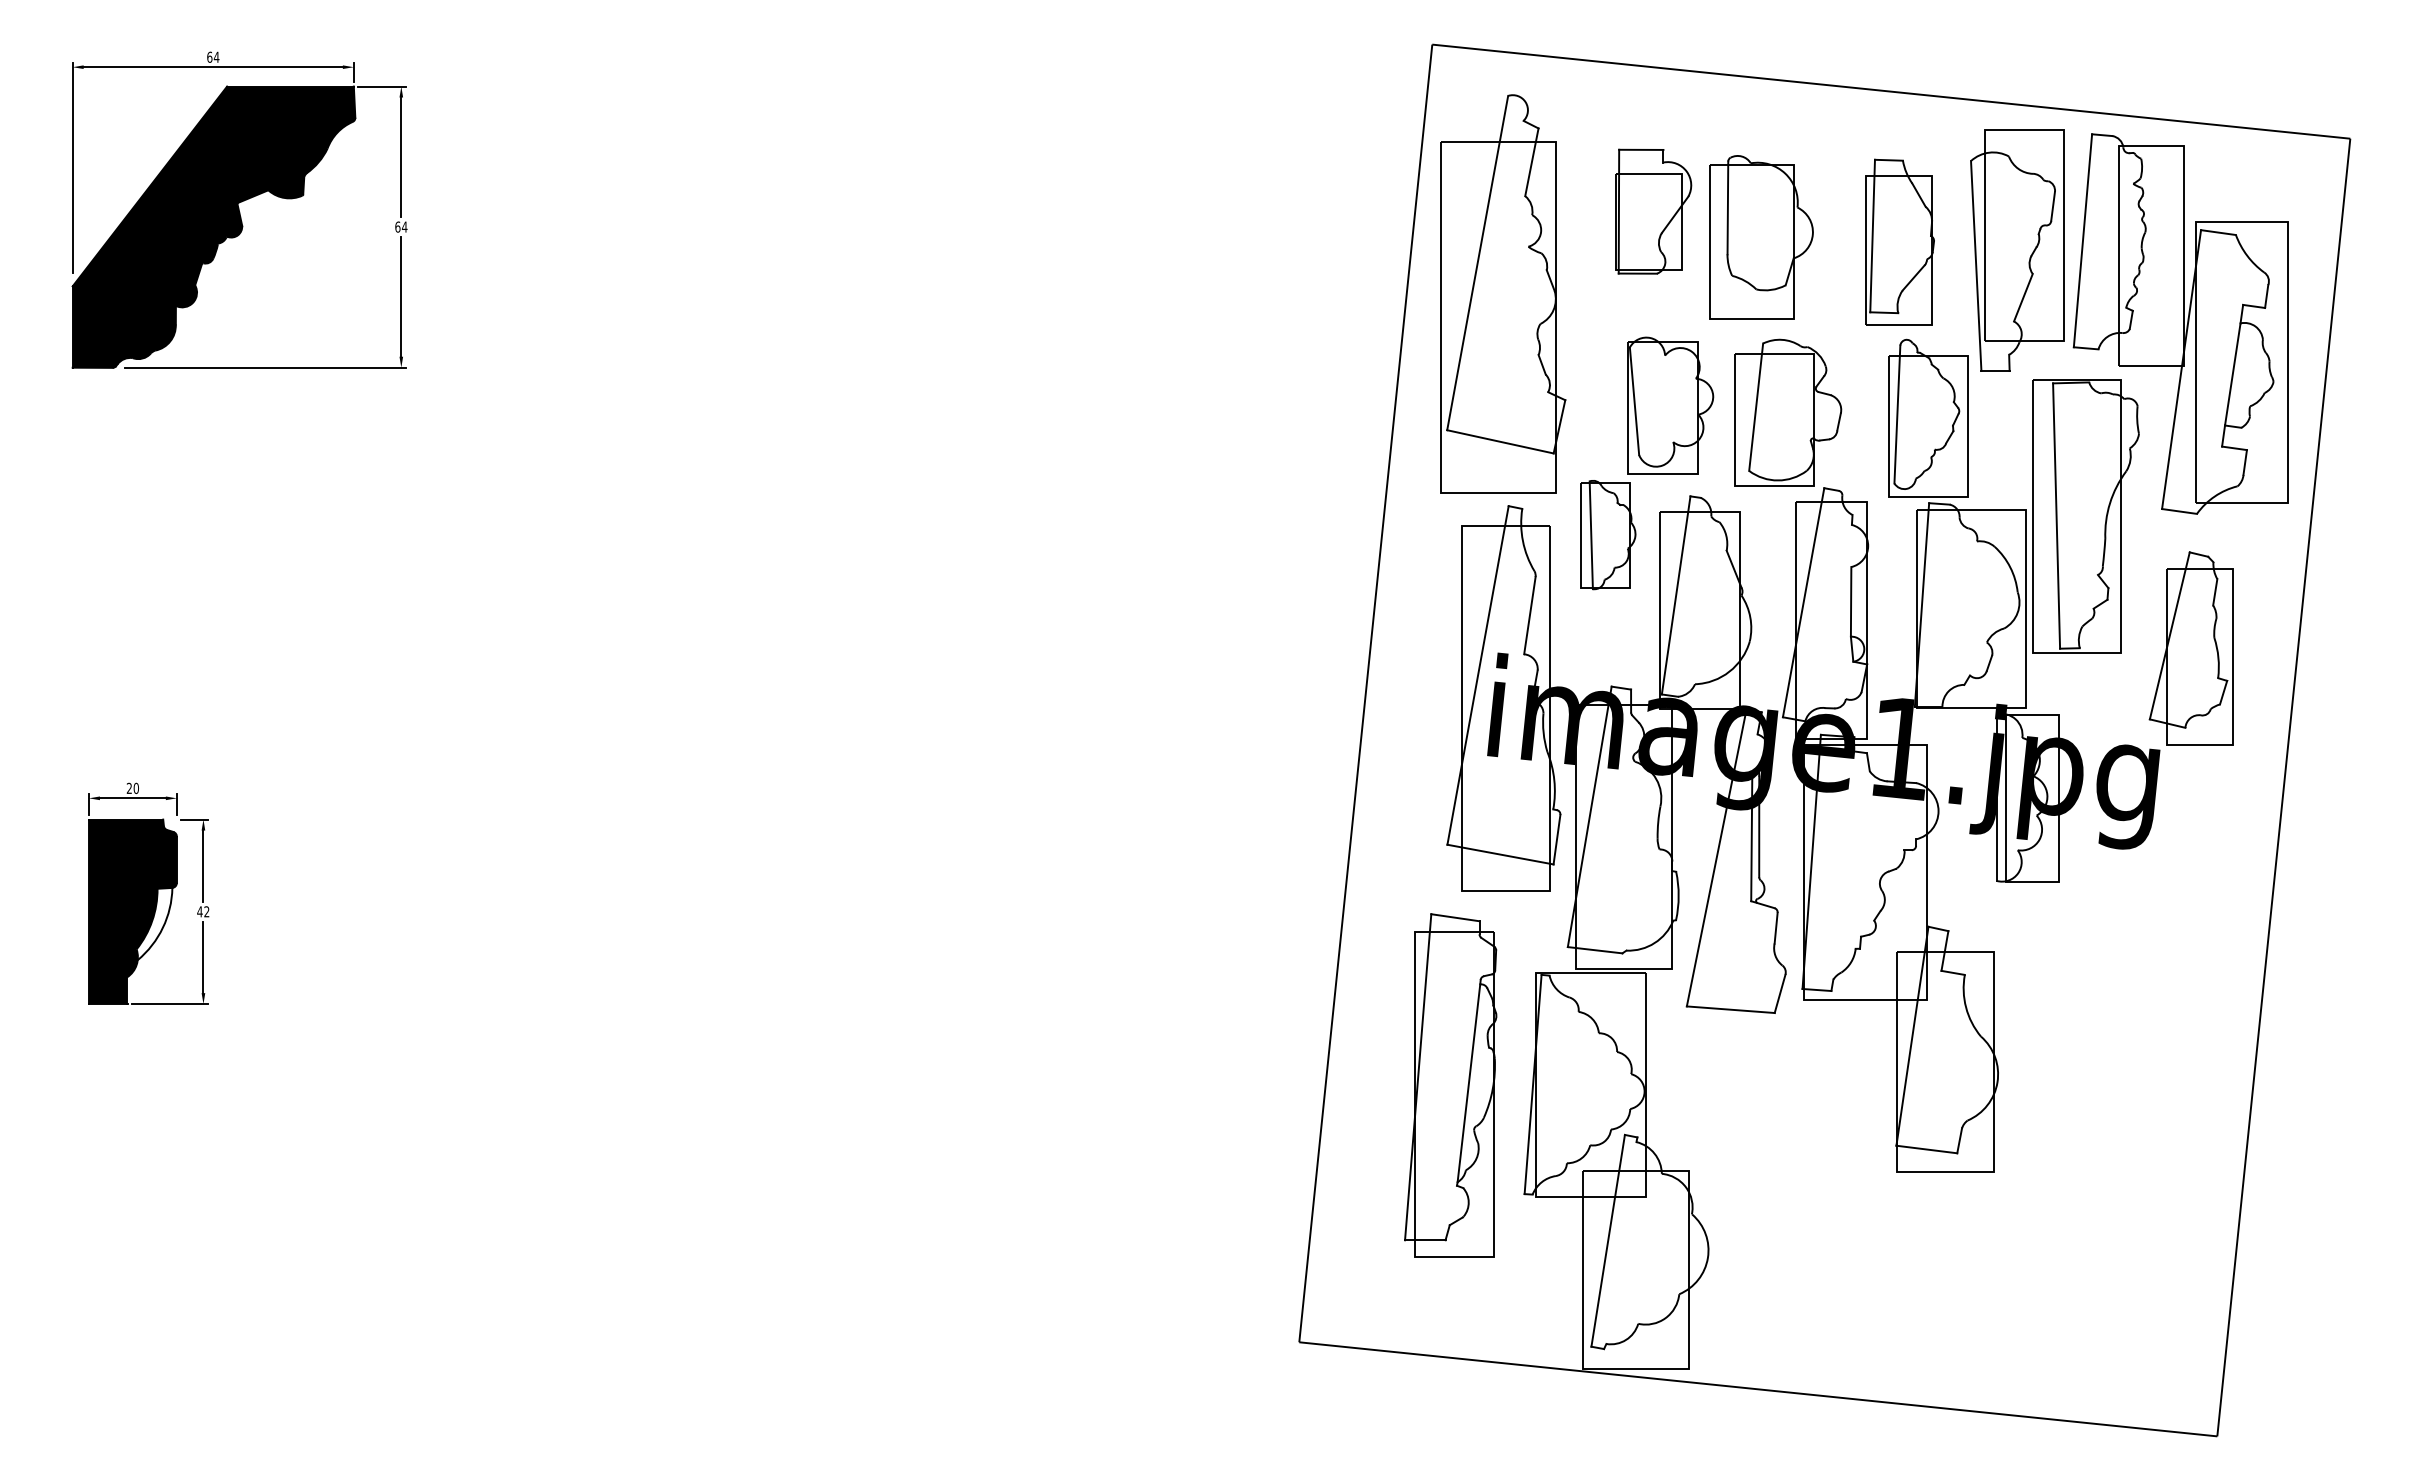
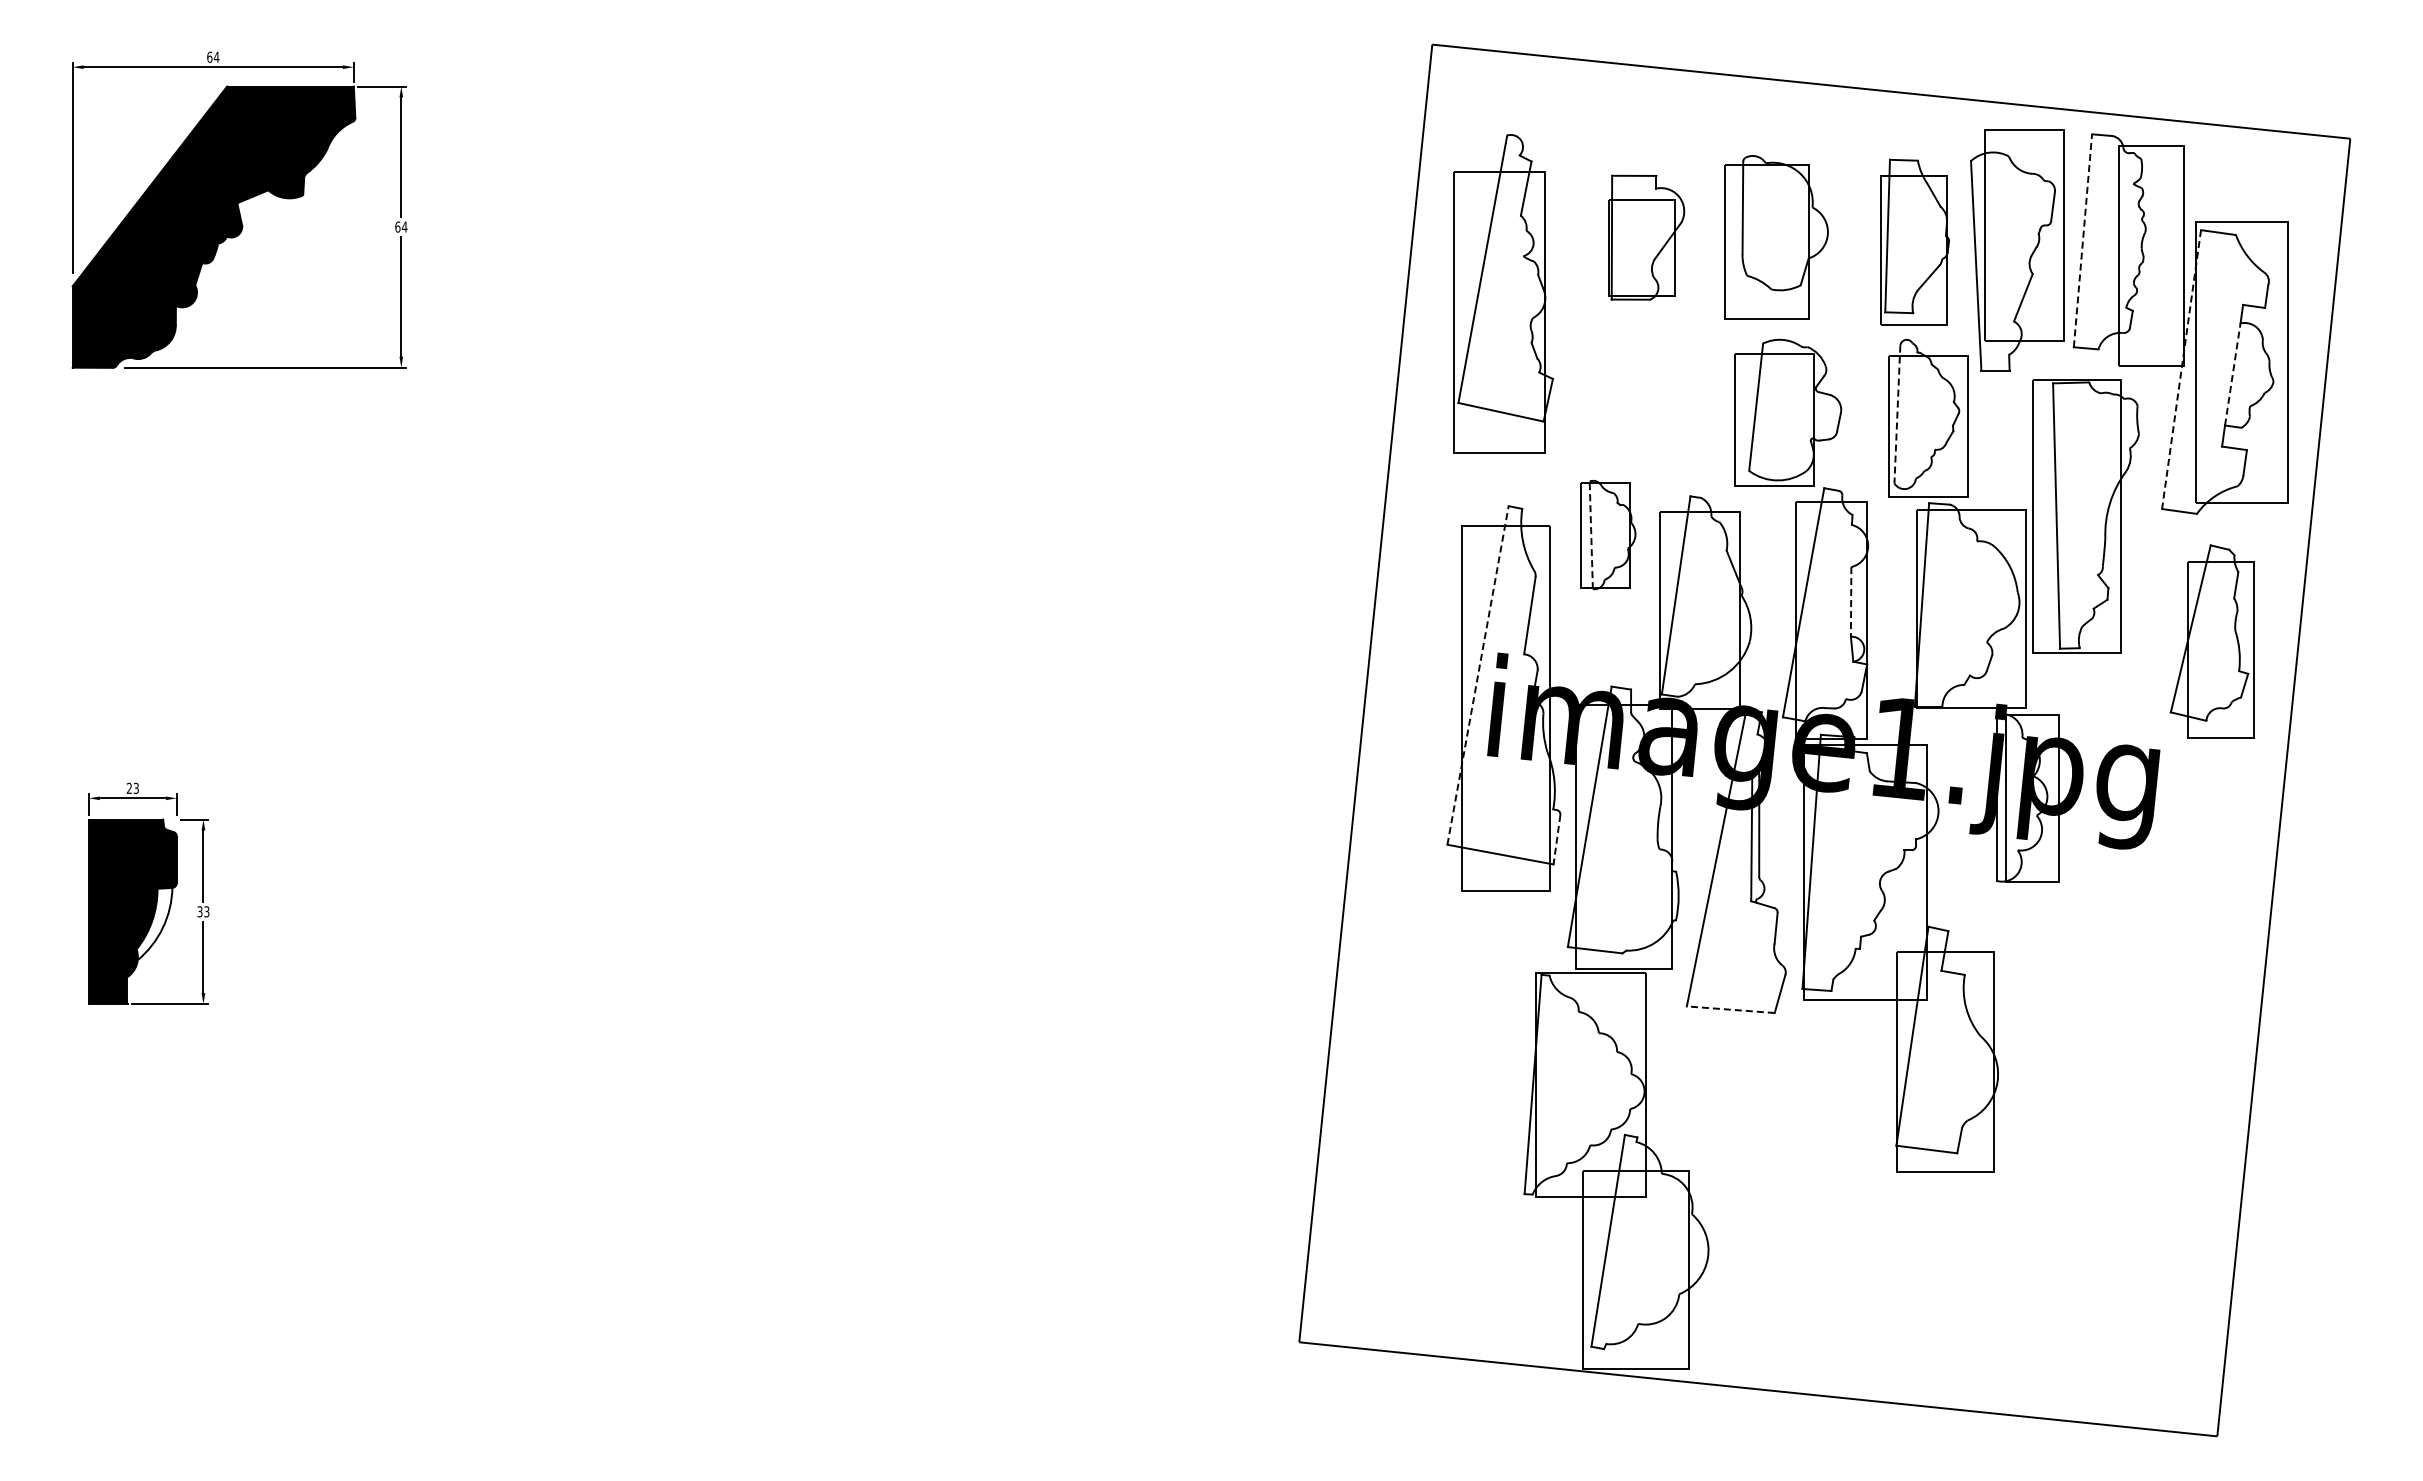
part at (1653, 211) position: (1653, 211) -> (1646, 237)
part at (1761, 237) position: (1761, 237) -> (1776, 237)
line at (2082, 240): solid -> dashed
part at (1899, 241) position: (1899, 241) -> (1914, 241)
part at (1503, 293) size: 127x400 px -> 101x320 px
line at (2181, 369): solid -> dashed
line at (2232, 374): solid -> dashed
part at (1670, 405): present -> none
line at (1897, 414): solid -> dashed
line at (1591, 535): solid -> dashed
line at (1851, 601): solid -> dashed
part at (2190, 648) position: (2190, 648) -> (2211, 641)
line at (1478, 674): solid -> dashed
text at (135, 787): 20 -> 23
line at (1556, 839): solid -> dashed
text at (203, 911): 42 -> 33
line at (1730, 1009): solid -> dashed
part at (1450, 1085): present -> none
